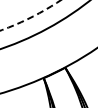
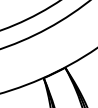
circle at (30, 15): dashed -> solid
